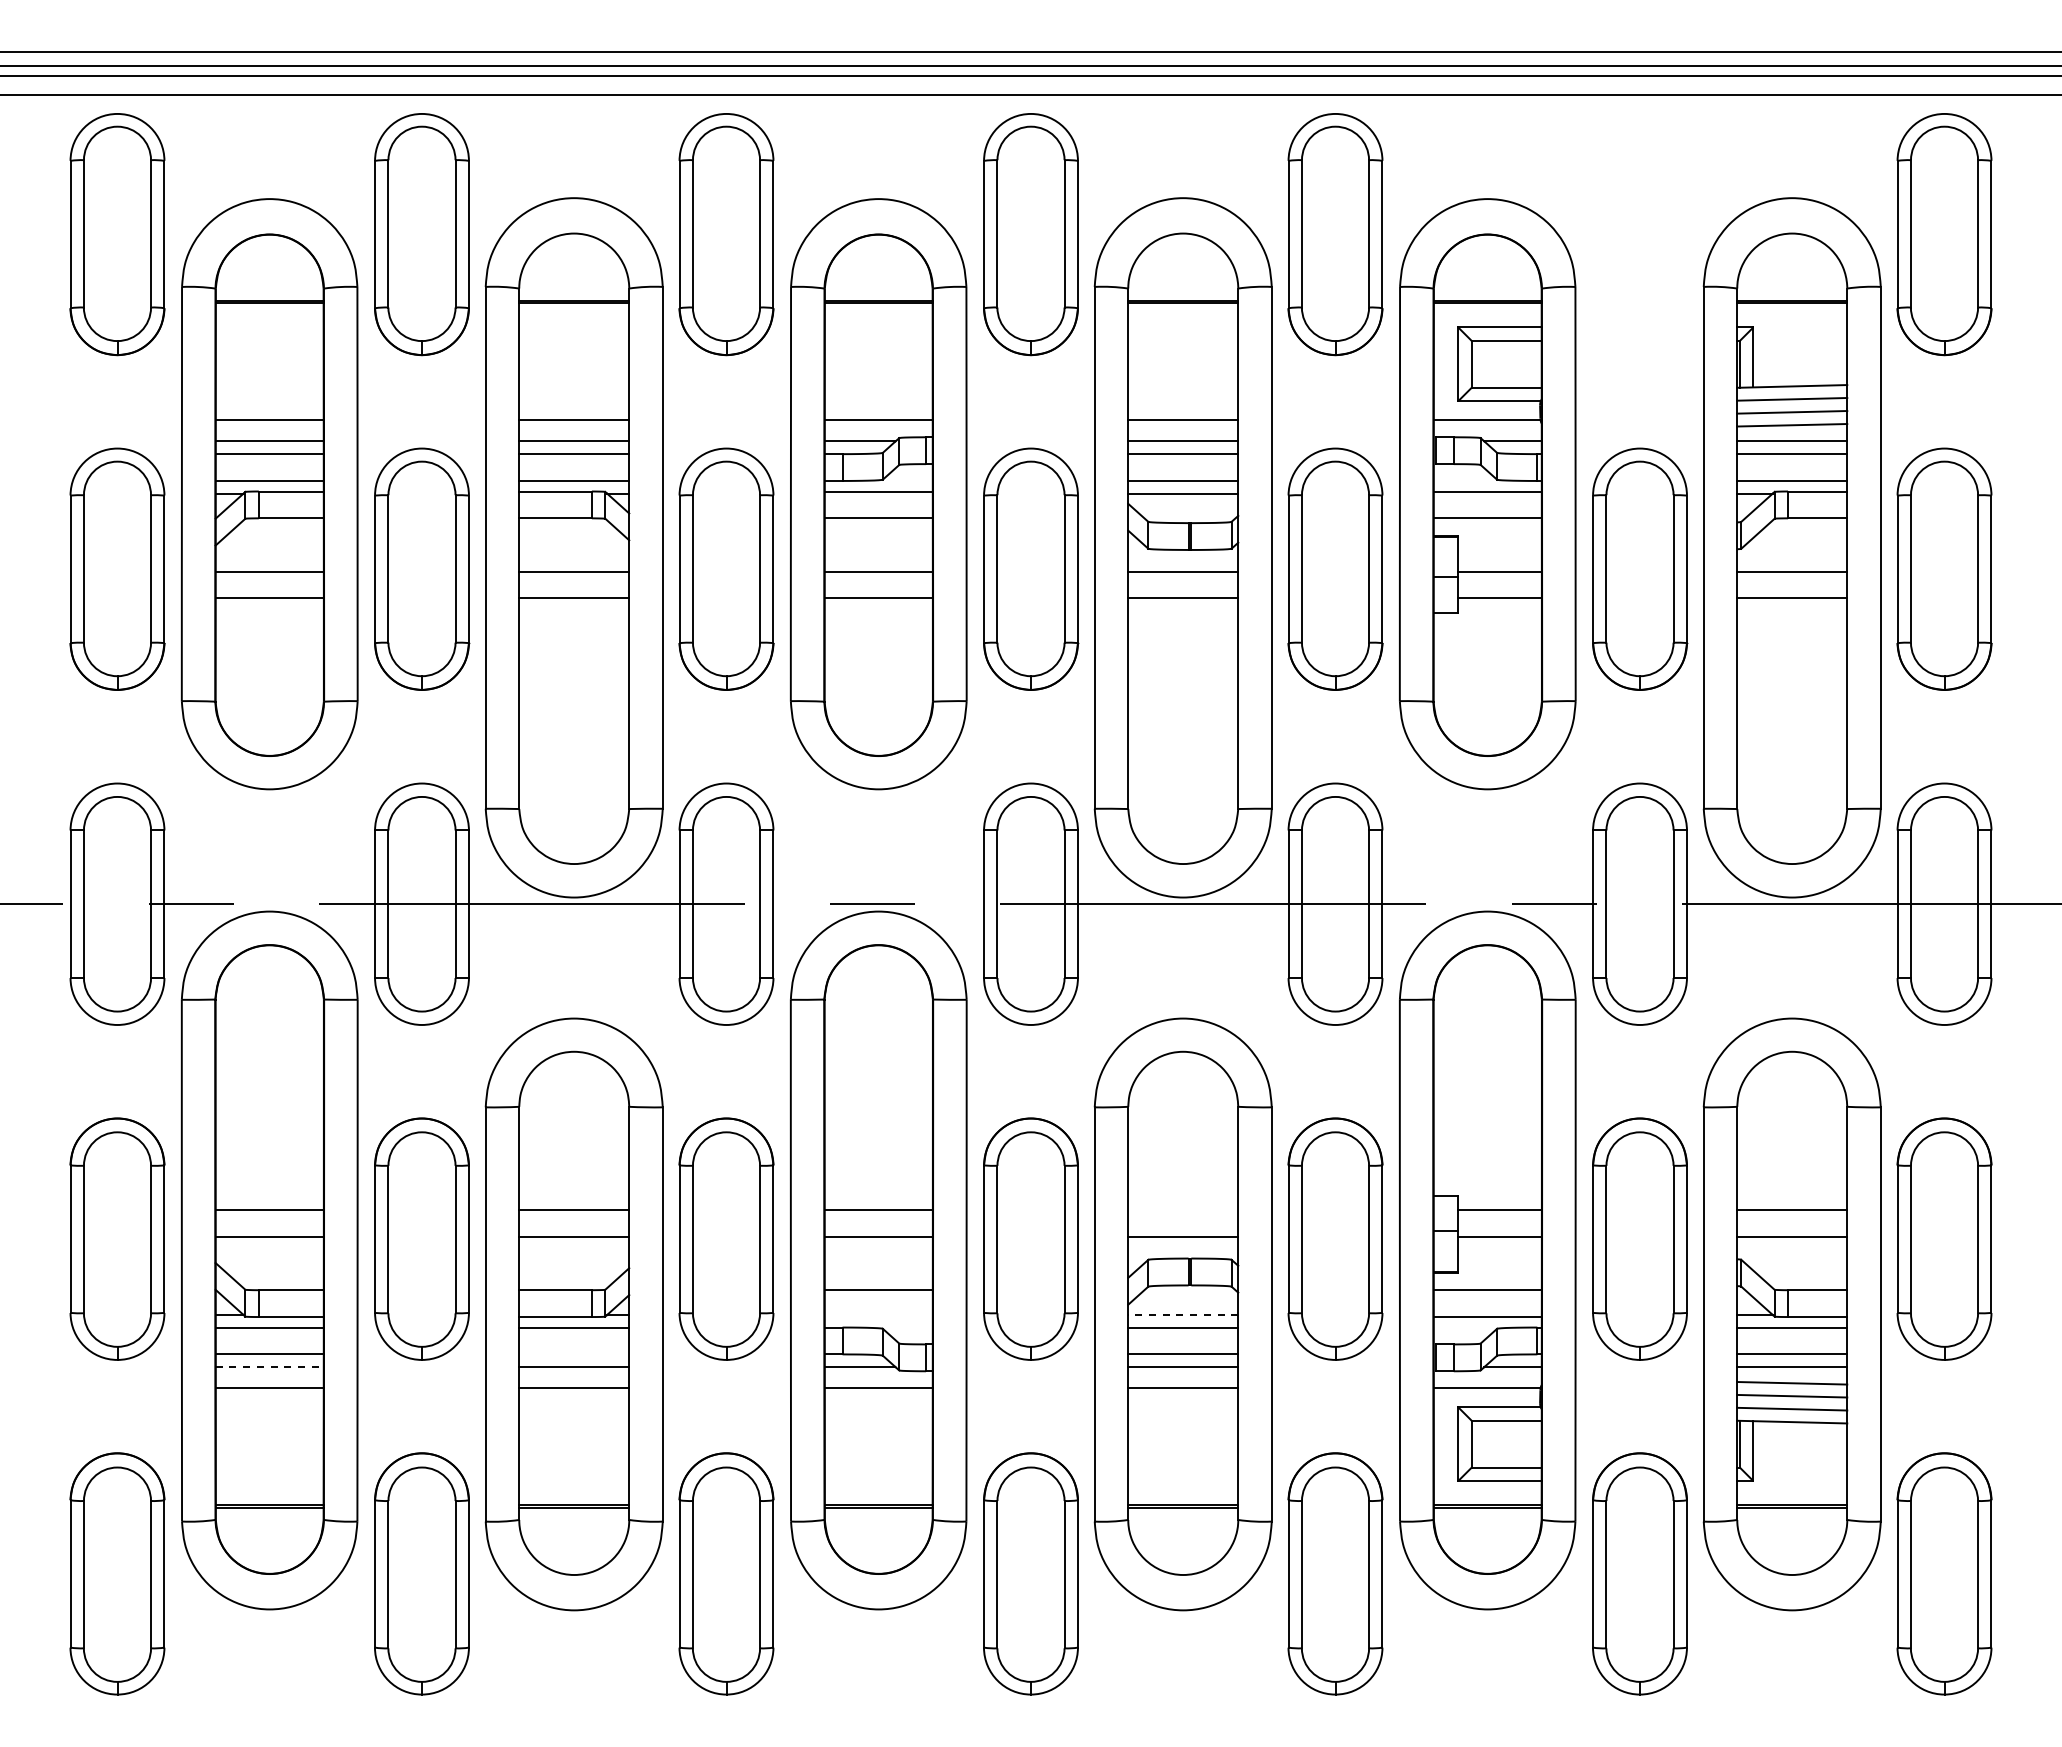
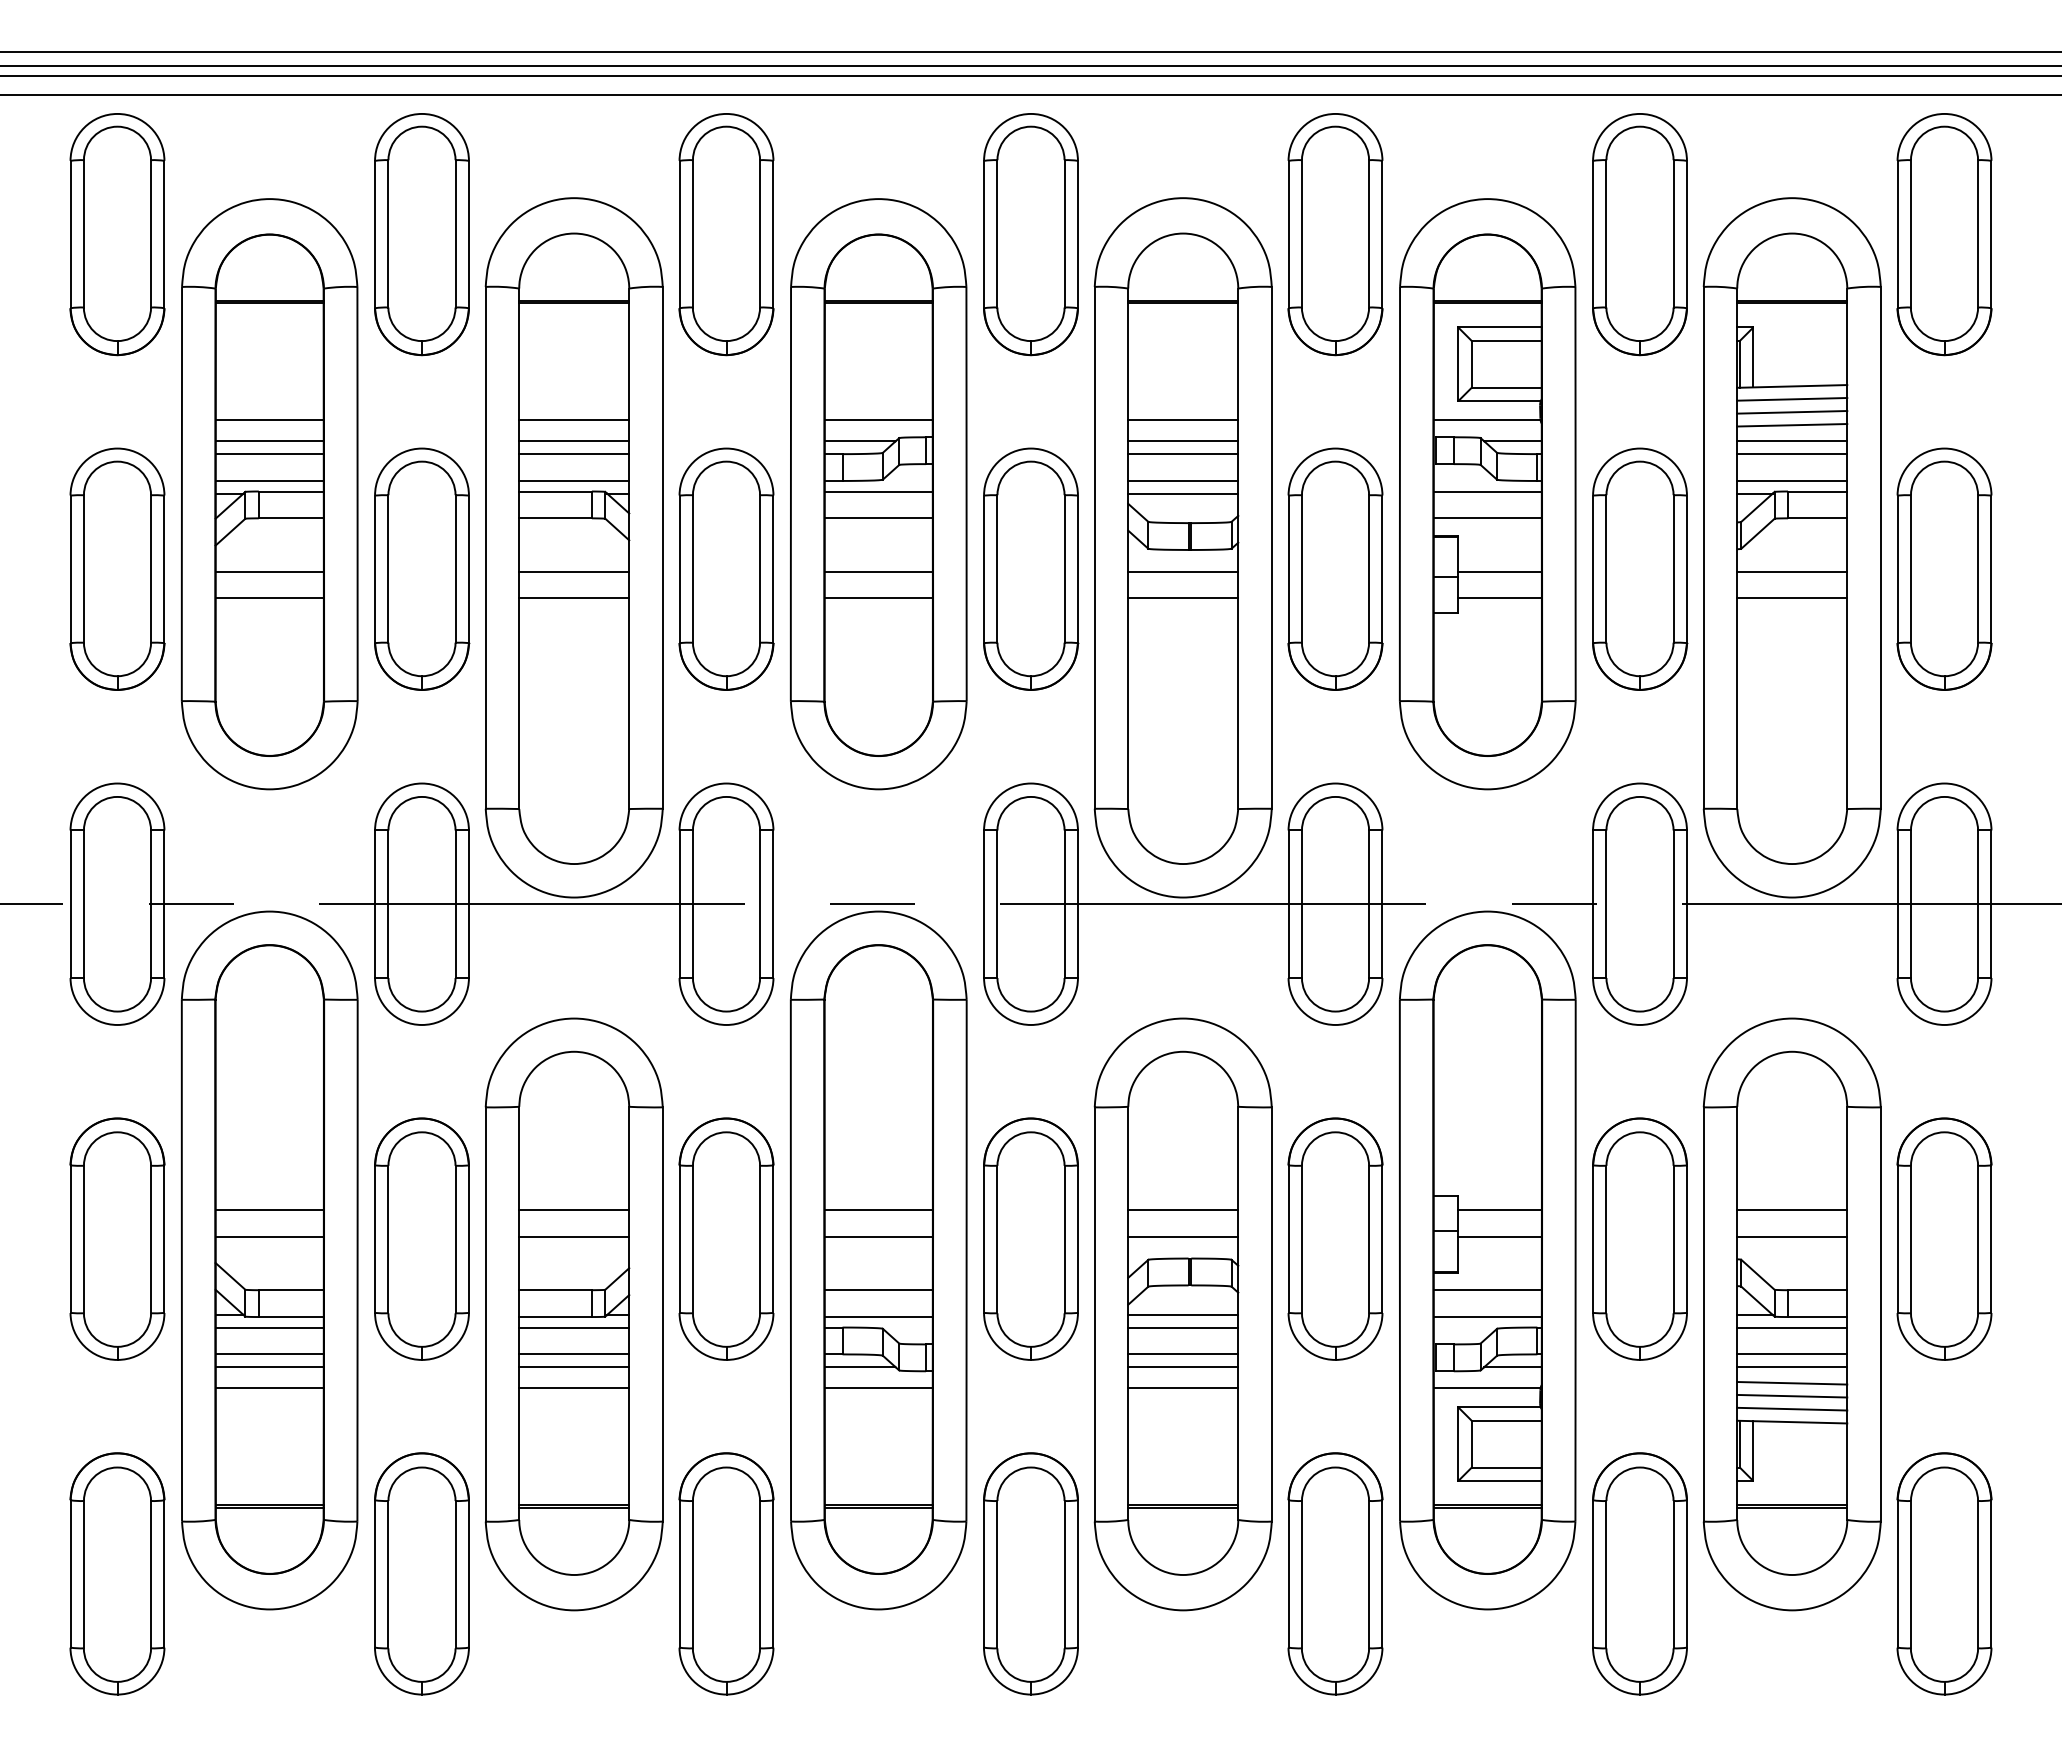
part at (1639, 234): none -> present
line at (1183, 1210): none -> present
line at (1183, 1314): dashed -> solid
line at (878, 1317): none -> present
line at (574, 1354): none -> present
line at (270, 1367): dashed -> solid
